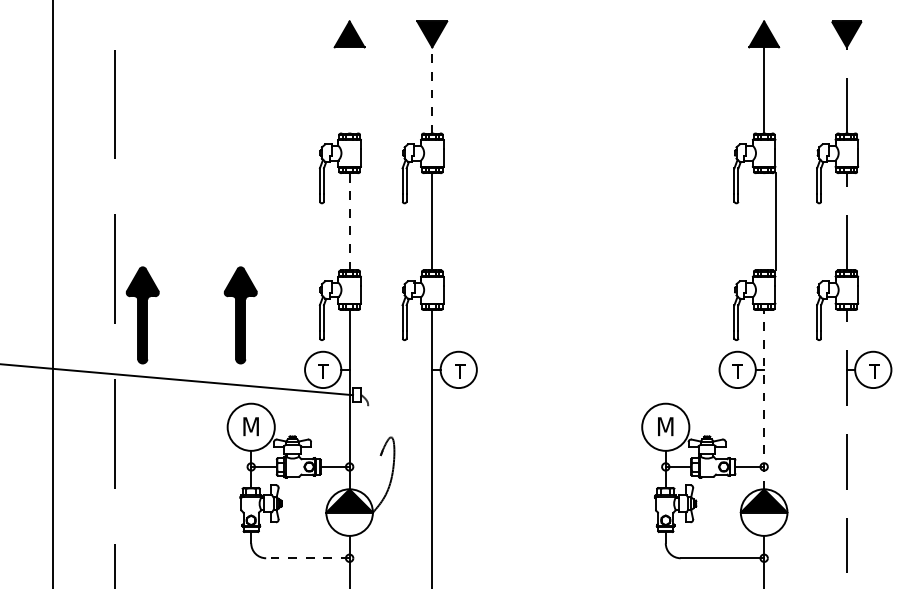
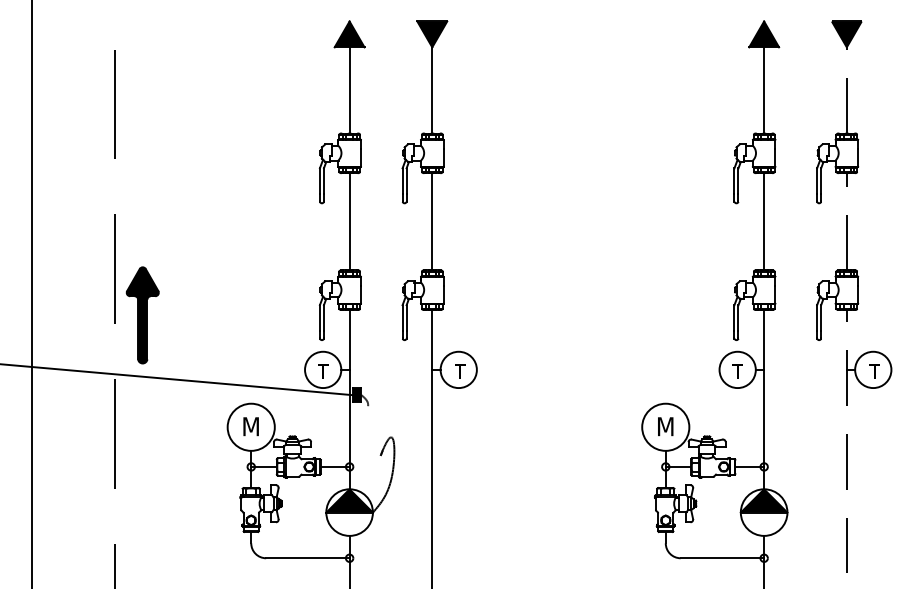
line at (432, 89): dashed -> solid
line at (349, 90): none -> present
line at (349, 221): dashed -> solid
line at (776, 221) position: (776, 221) -> (764, 221)
line at (53, 293) position: (53, 293) -> (32, 293)
part at (240, 315): present -> none
fill at (357, 394): none -> present
line at (764, 399): dashed -> solid
line at (307, 558): dashed -> solid
